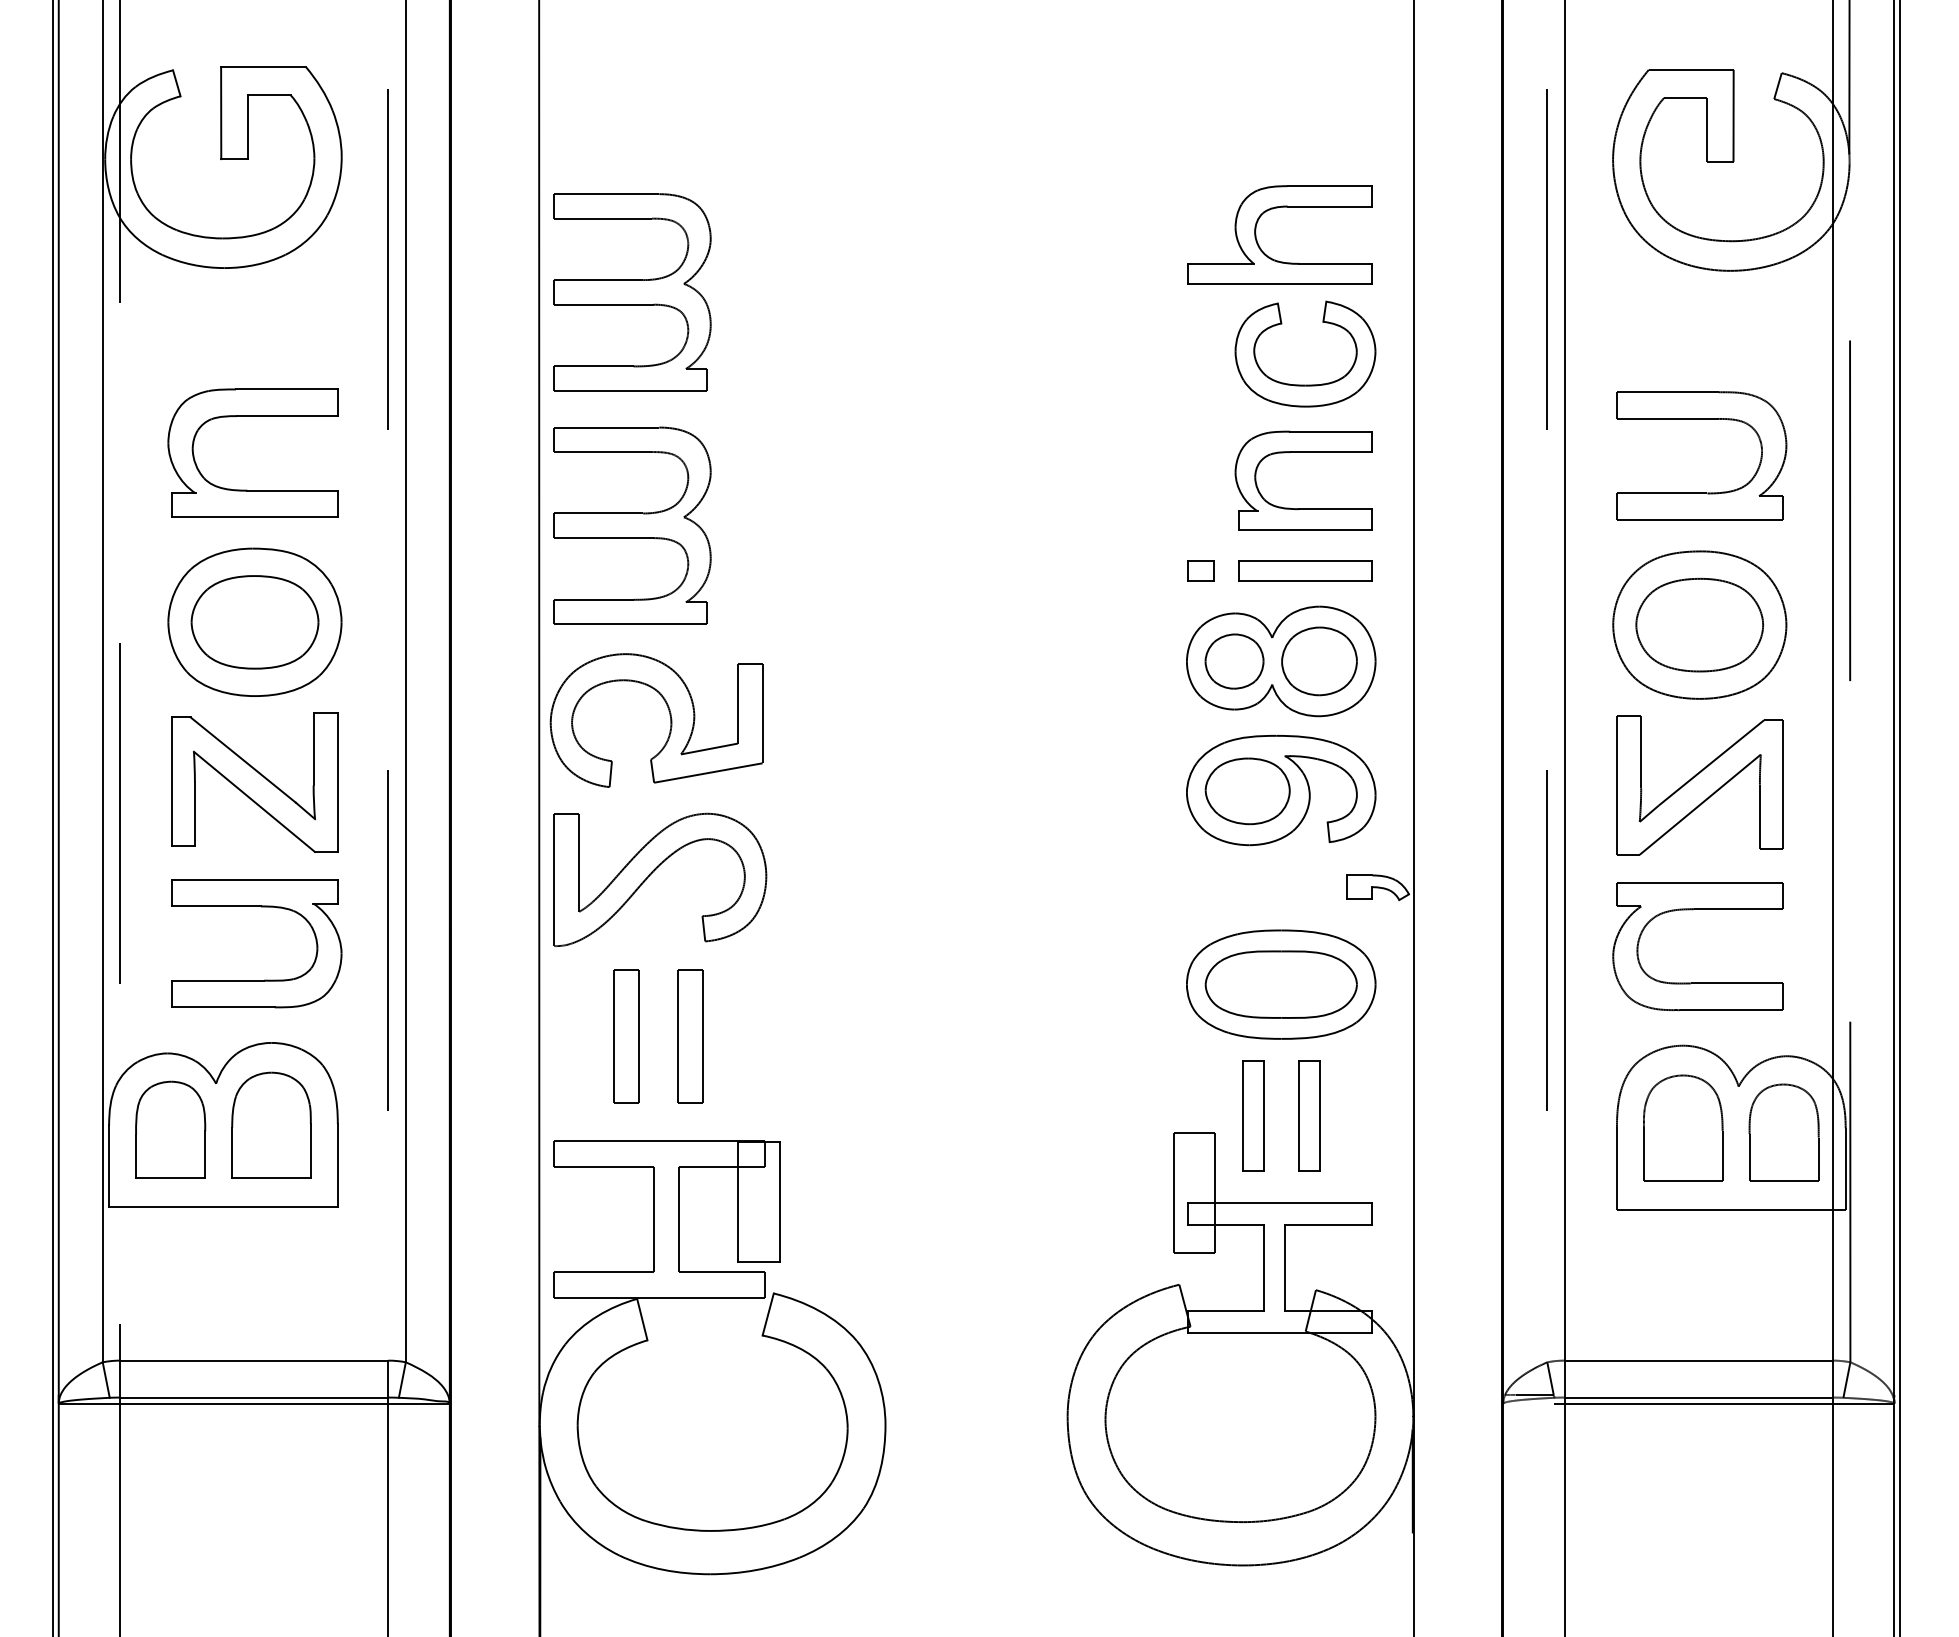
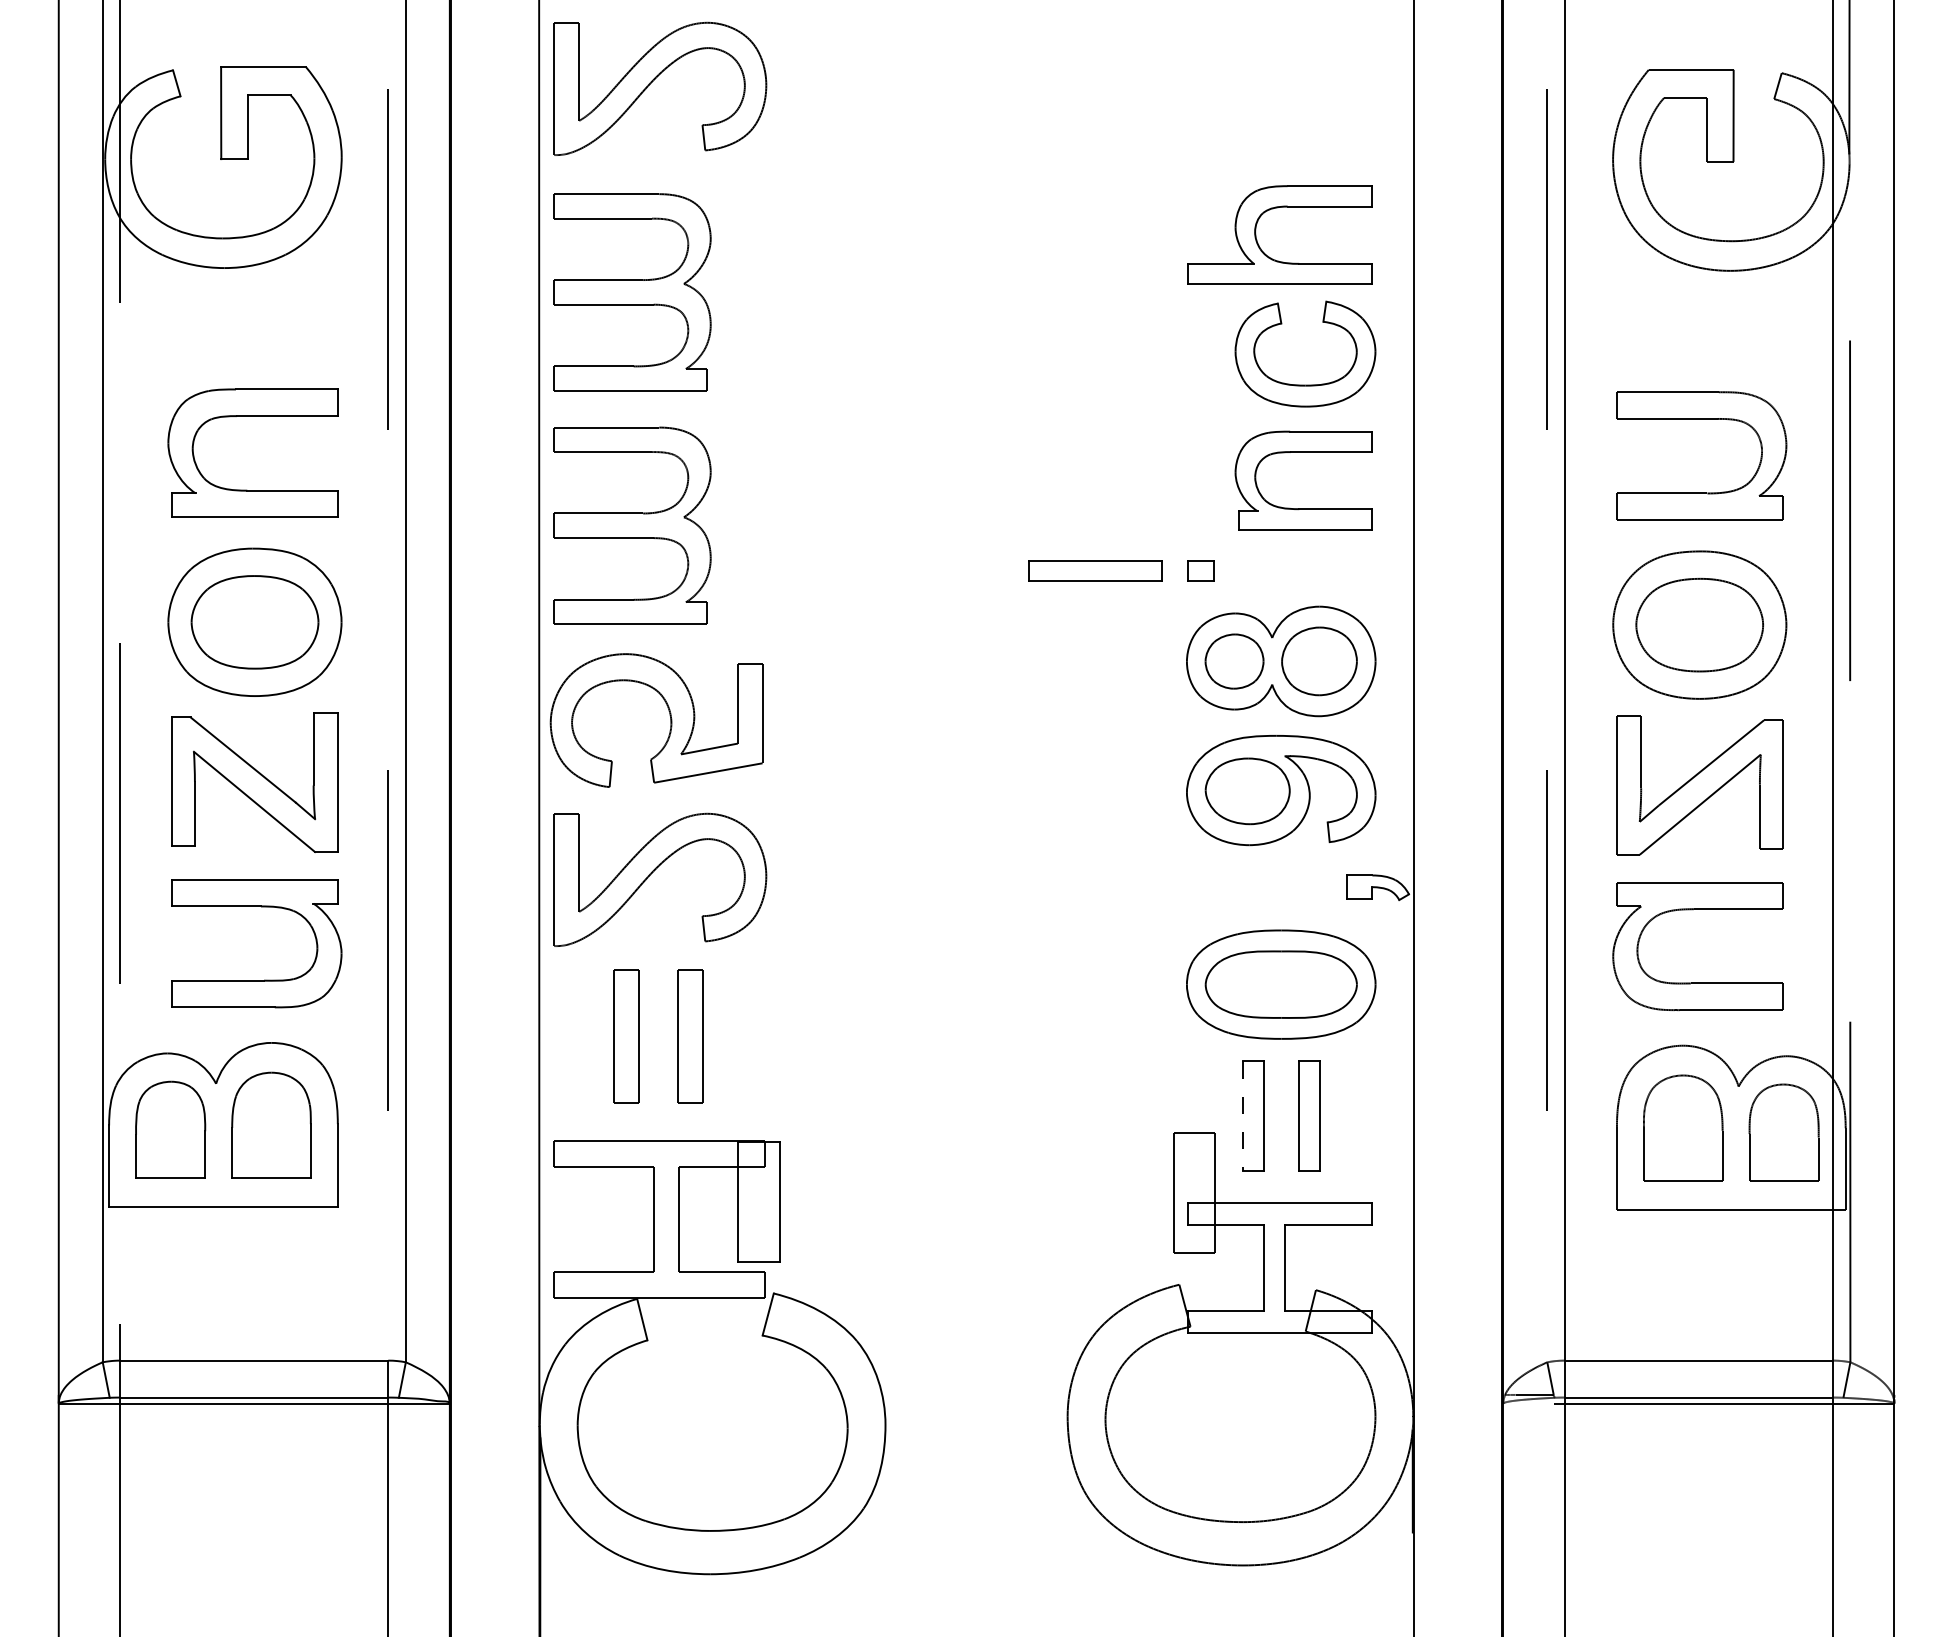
part at (653, 81): none -> present
part at (1305, 570) position: (1305, 570) -> (1095, 570)
line at (52, 817): present -> none
line at (1900, 817): present -> none
line at (1242, 1116): solid -> dashed
